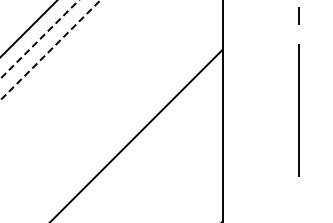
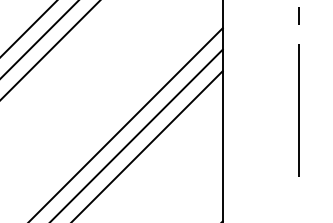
line at (39, 39): dashed -> solid
line at (50, 50): dashed -> solid
line at (126, 123): none -> present
line at (148, 145): none -> present
